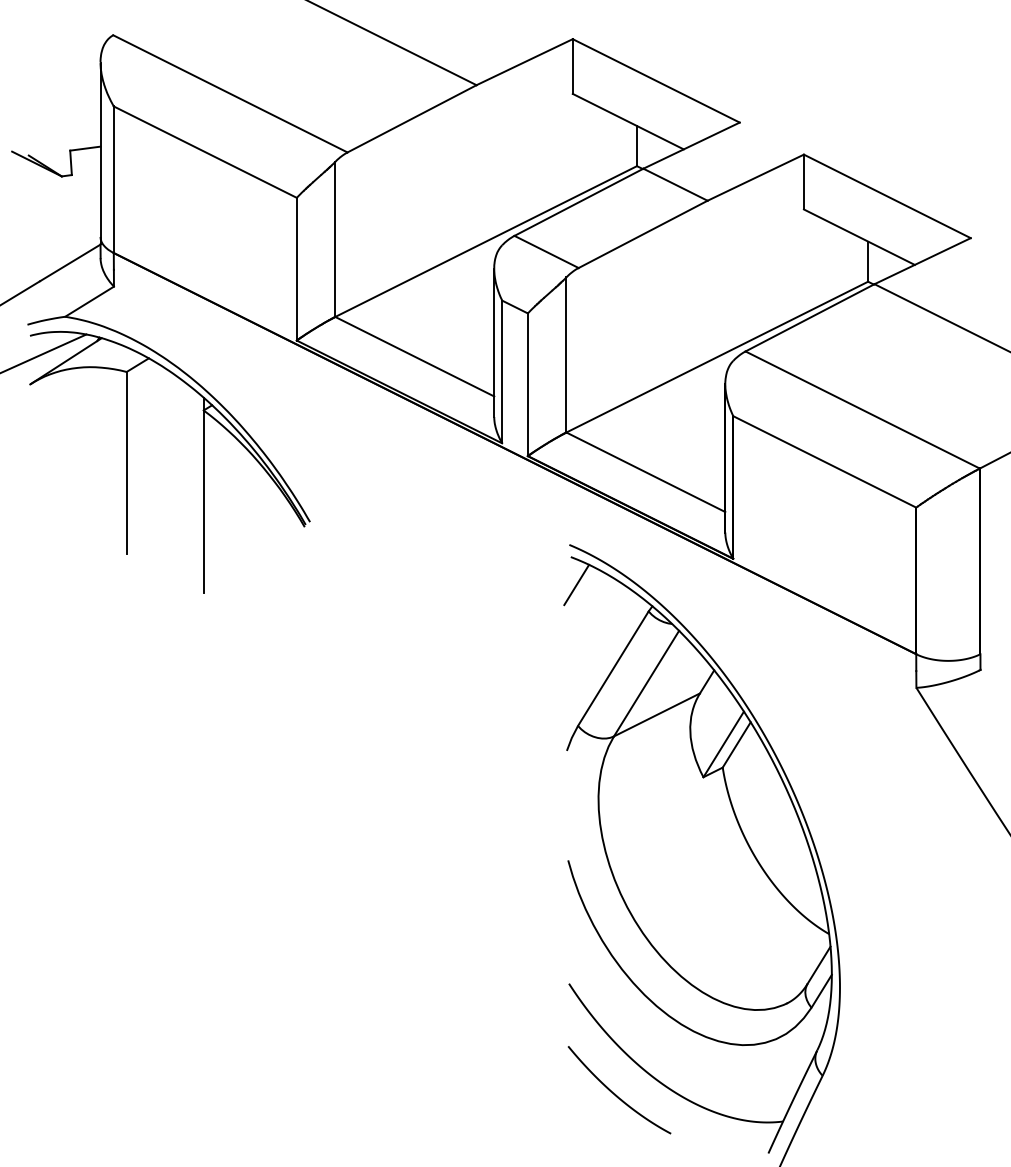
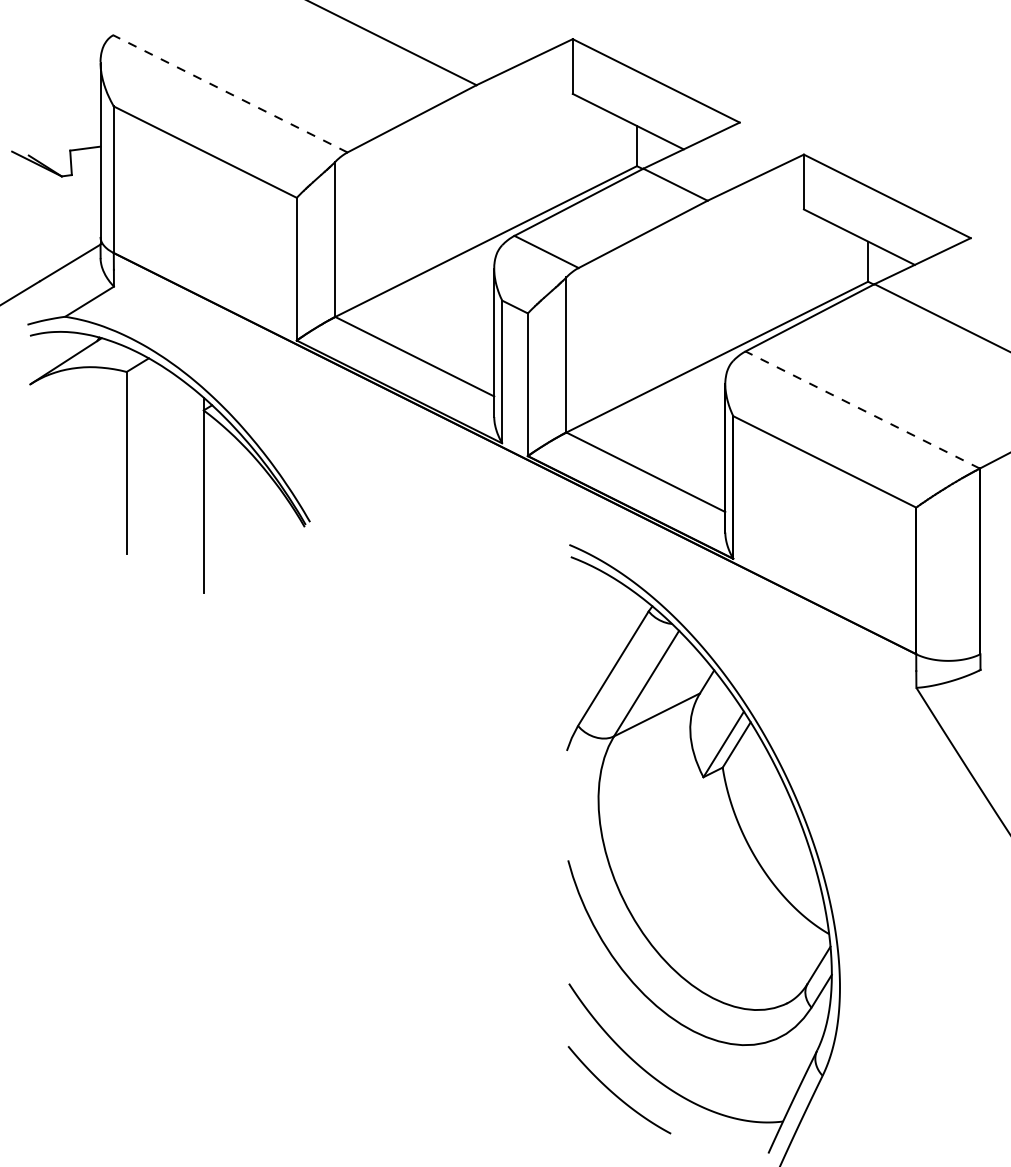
line at (230, 93): solid -> dashed
line at (44, 353): present -> none
line at (862, 410): solid -> dashed
line at (576, 584): present -> none
